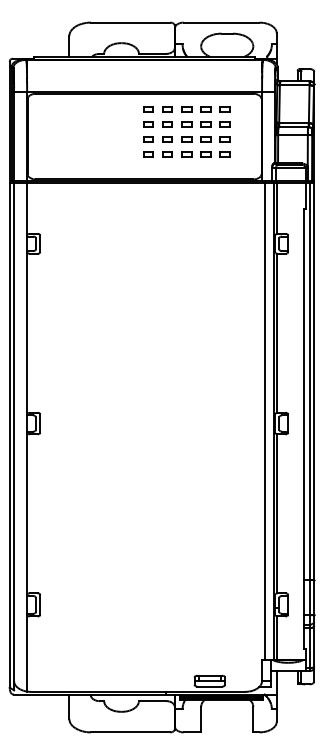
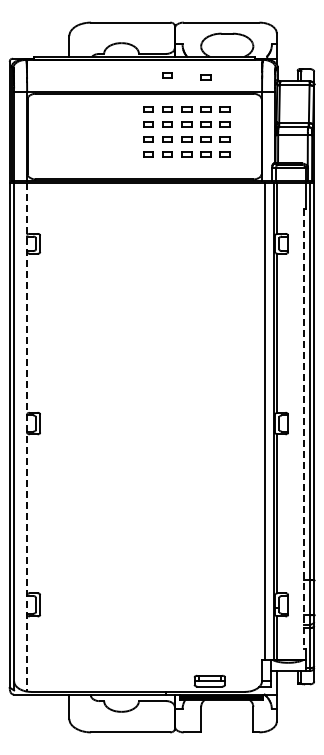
part at (167, 75): none -> present
part at (205, 77): none -> present
line at (303, 428): solid -> dashed
line at (27, 437): solid -> dashed
